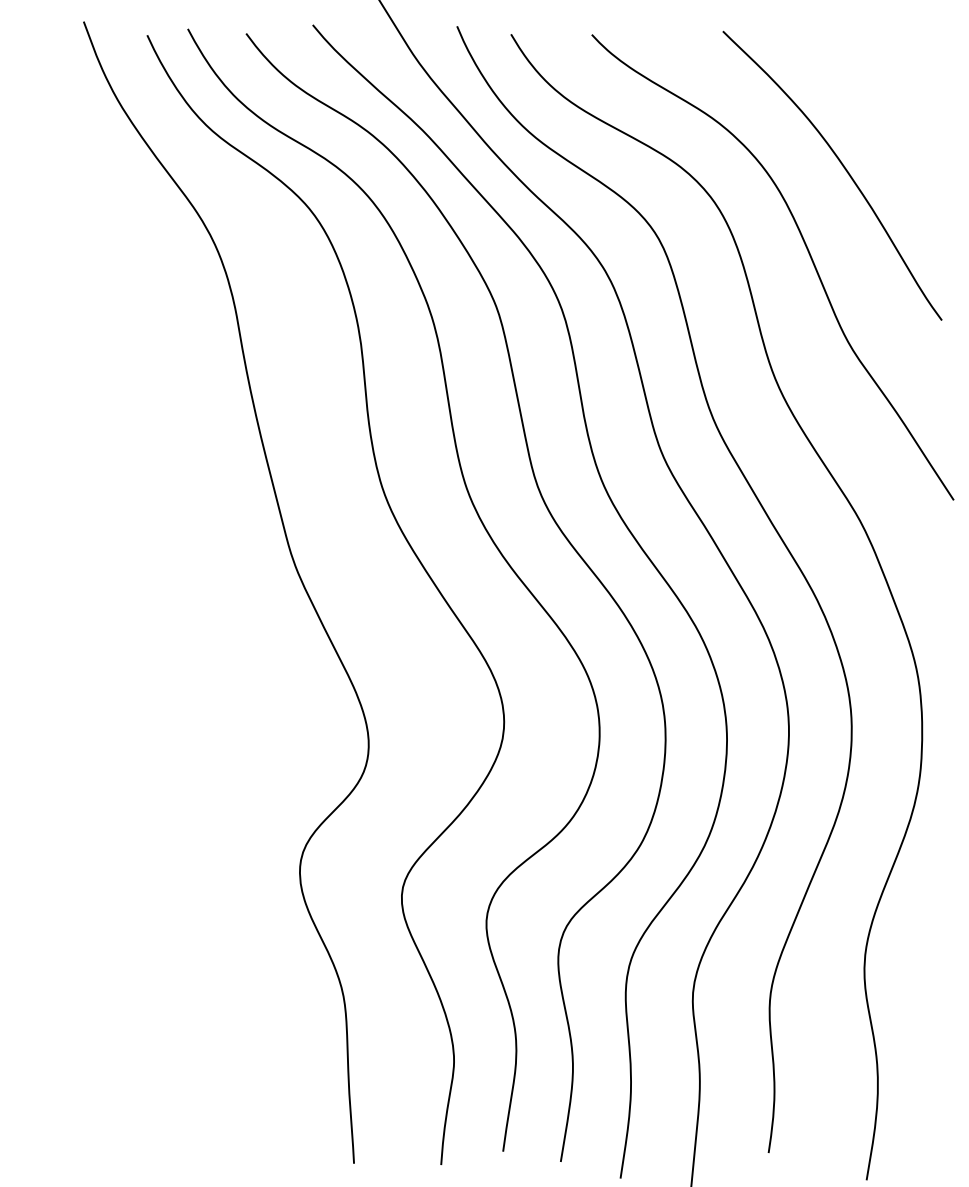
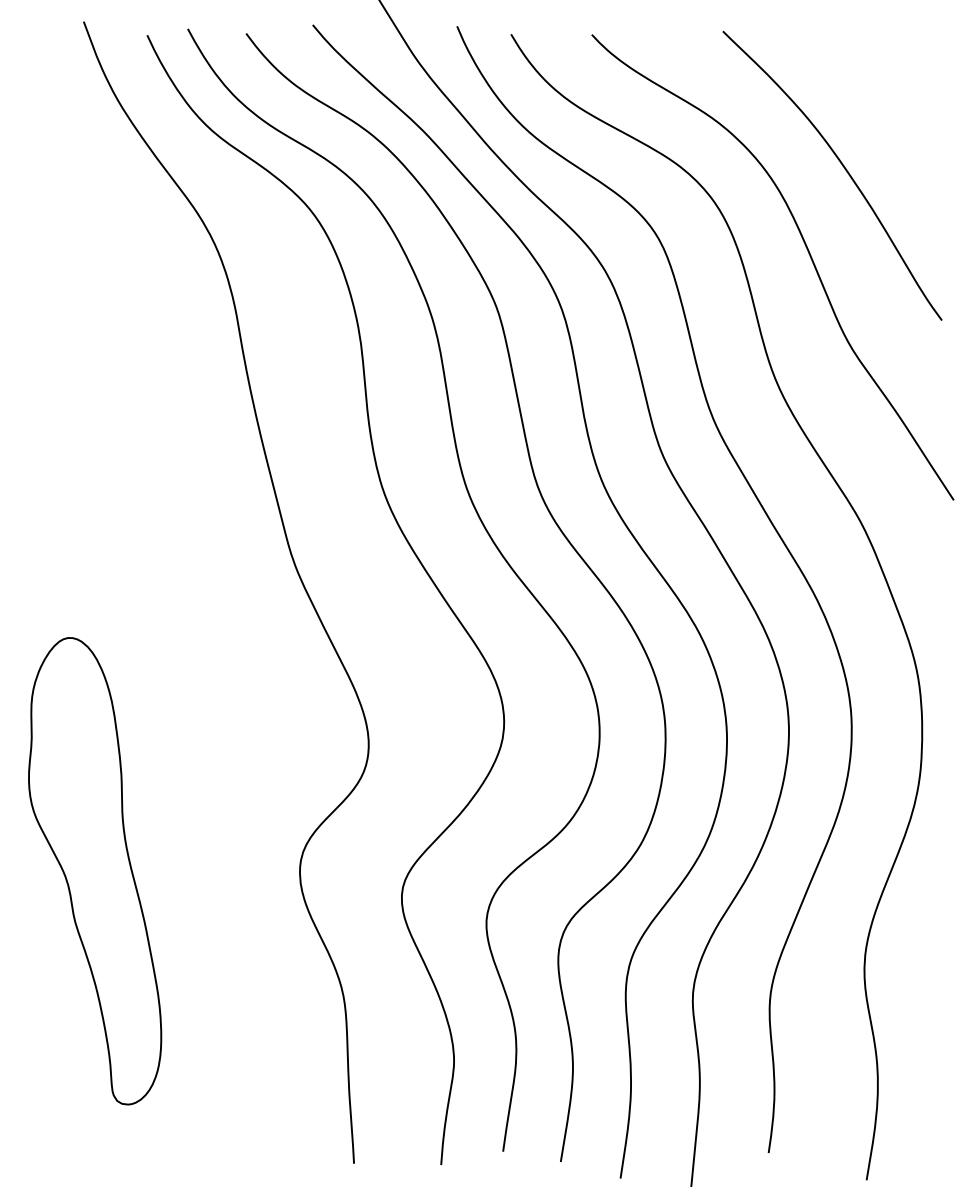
part at (95, 871): none -> present
